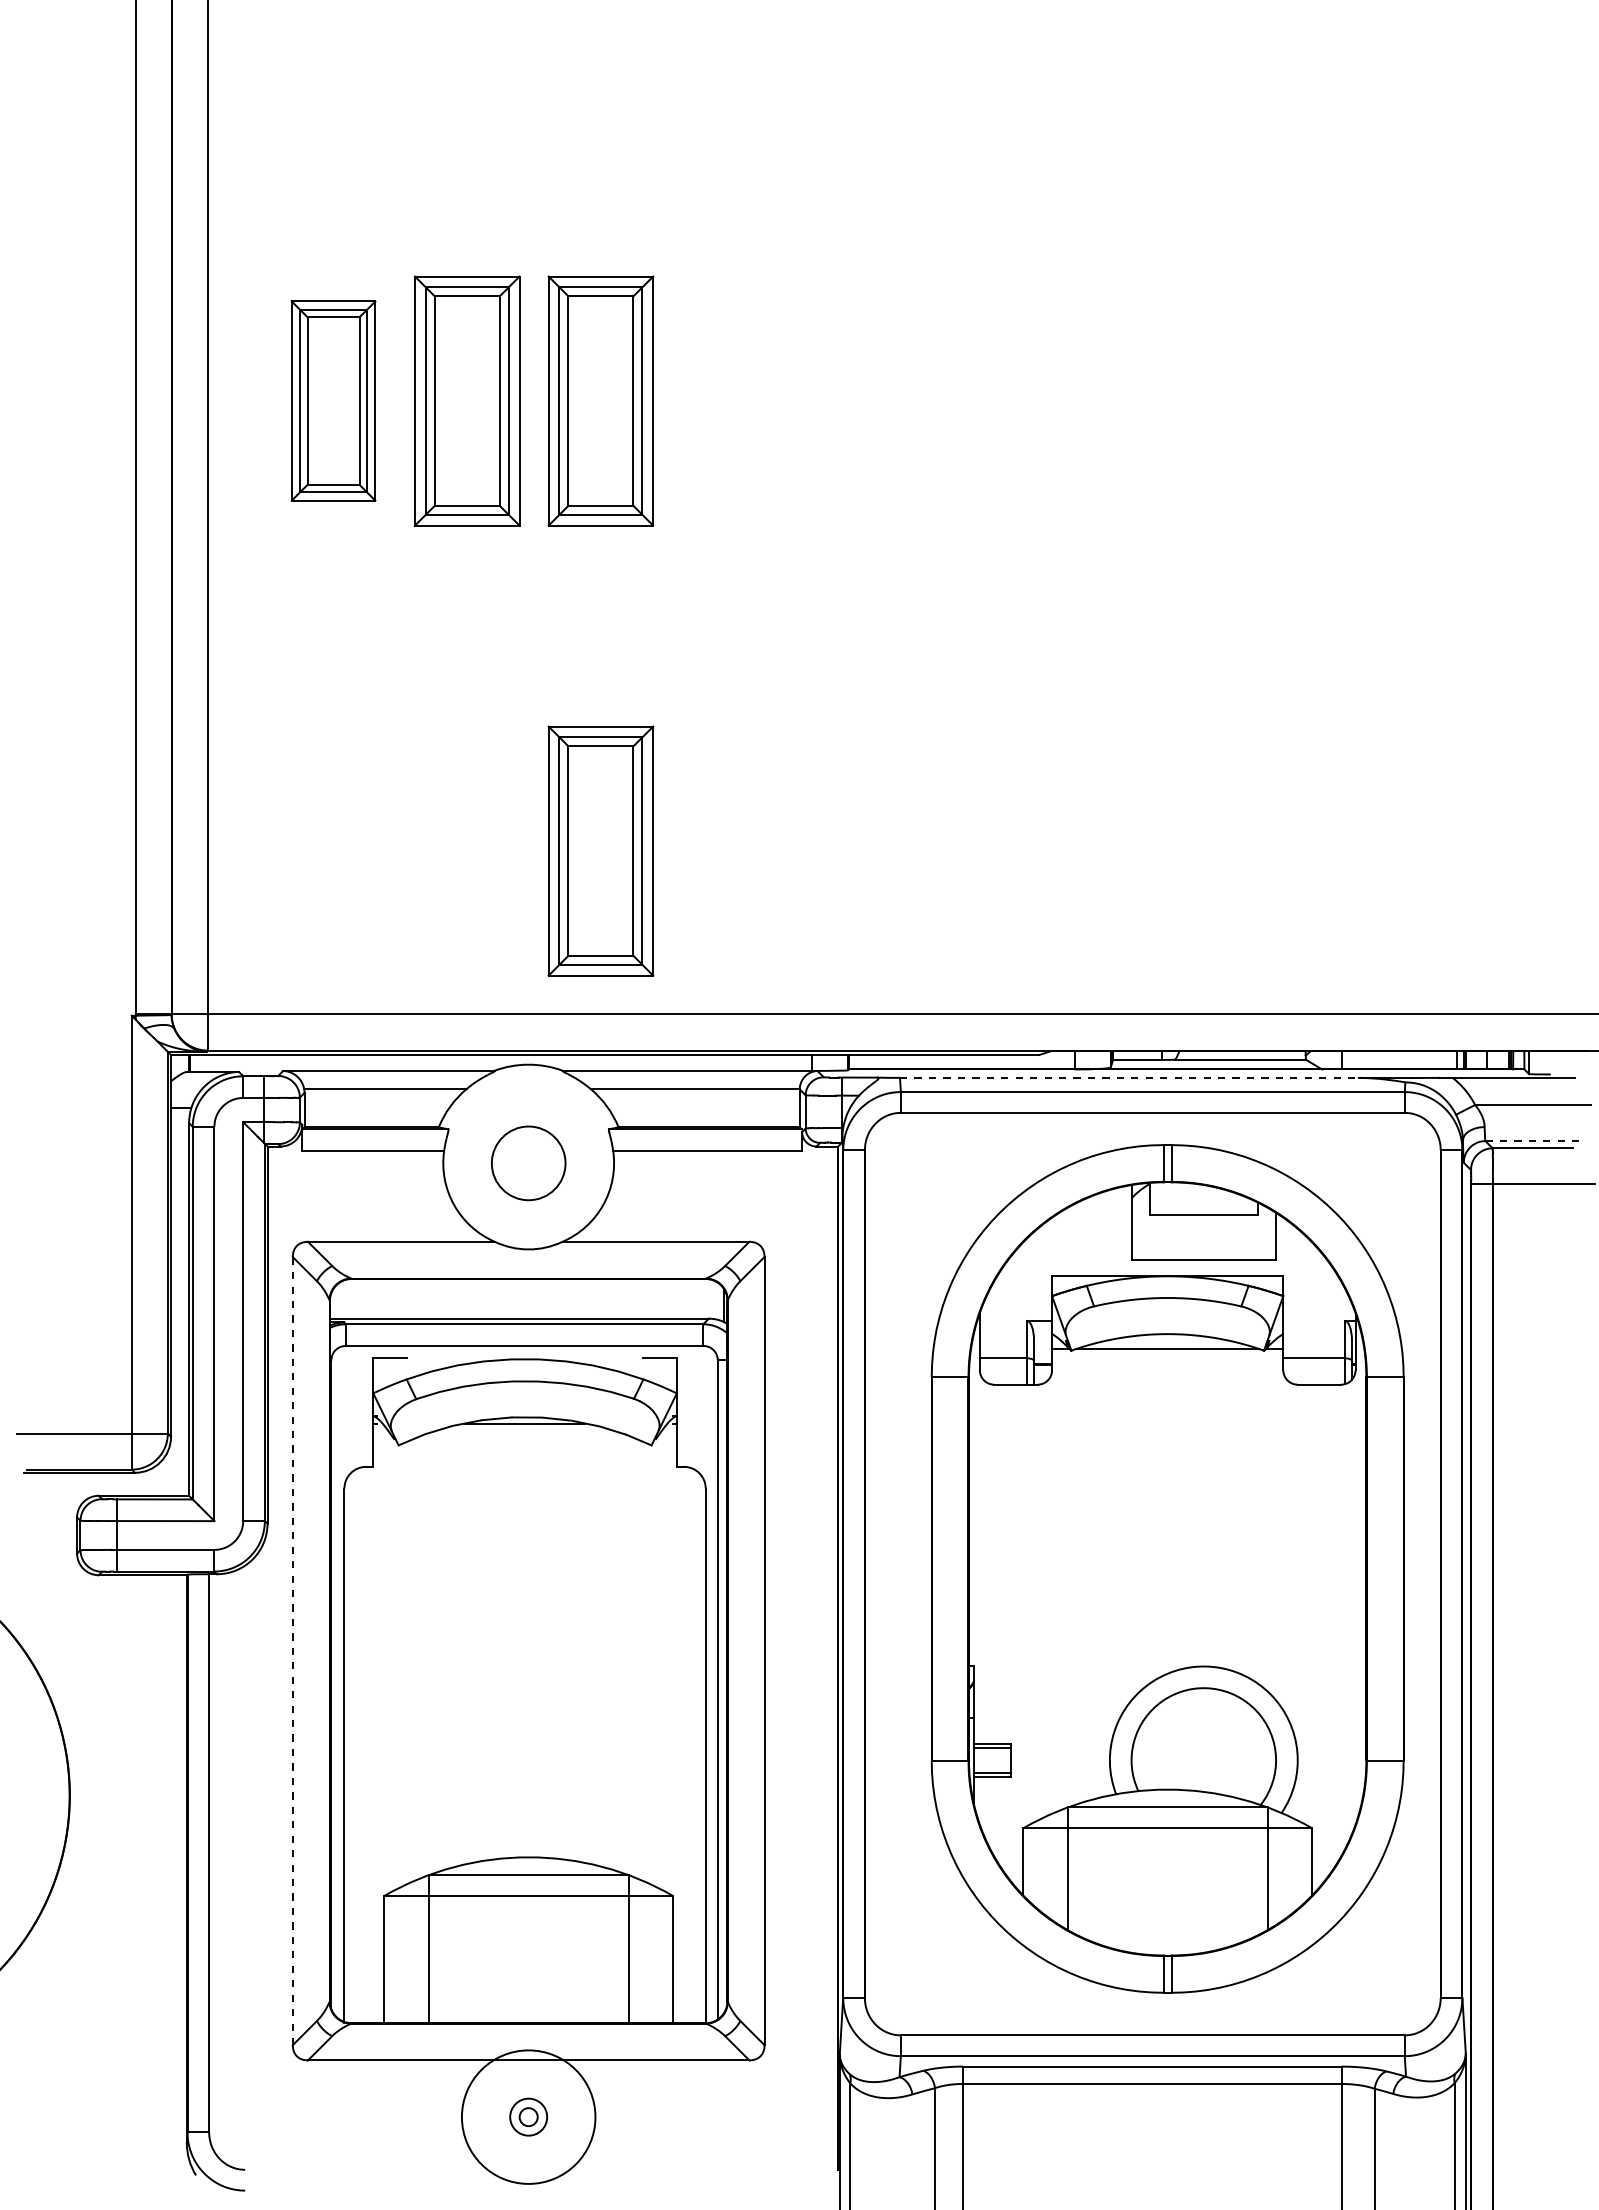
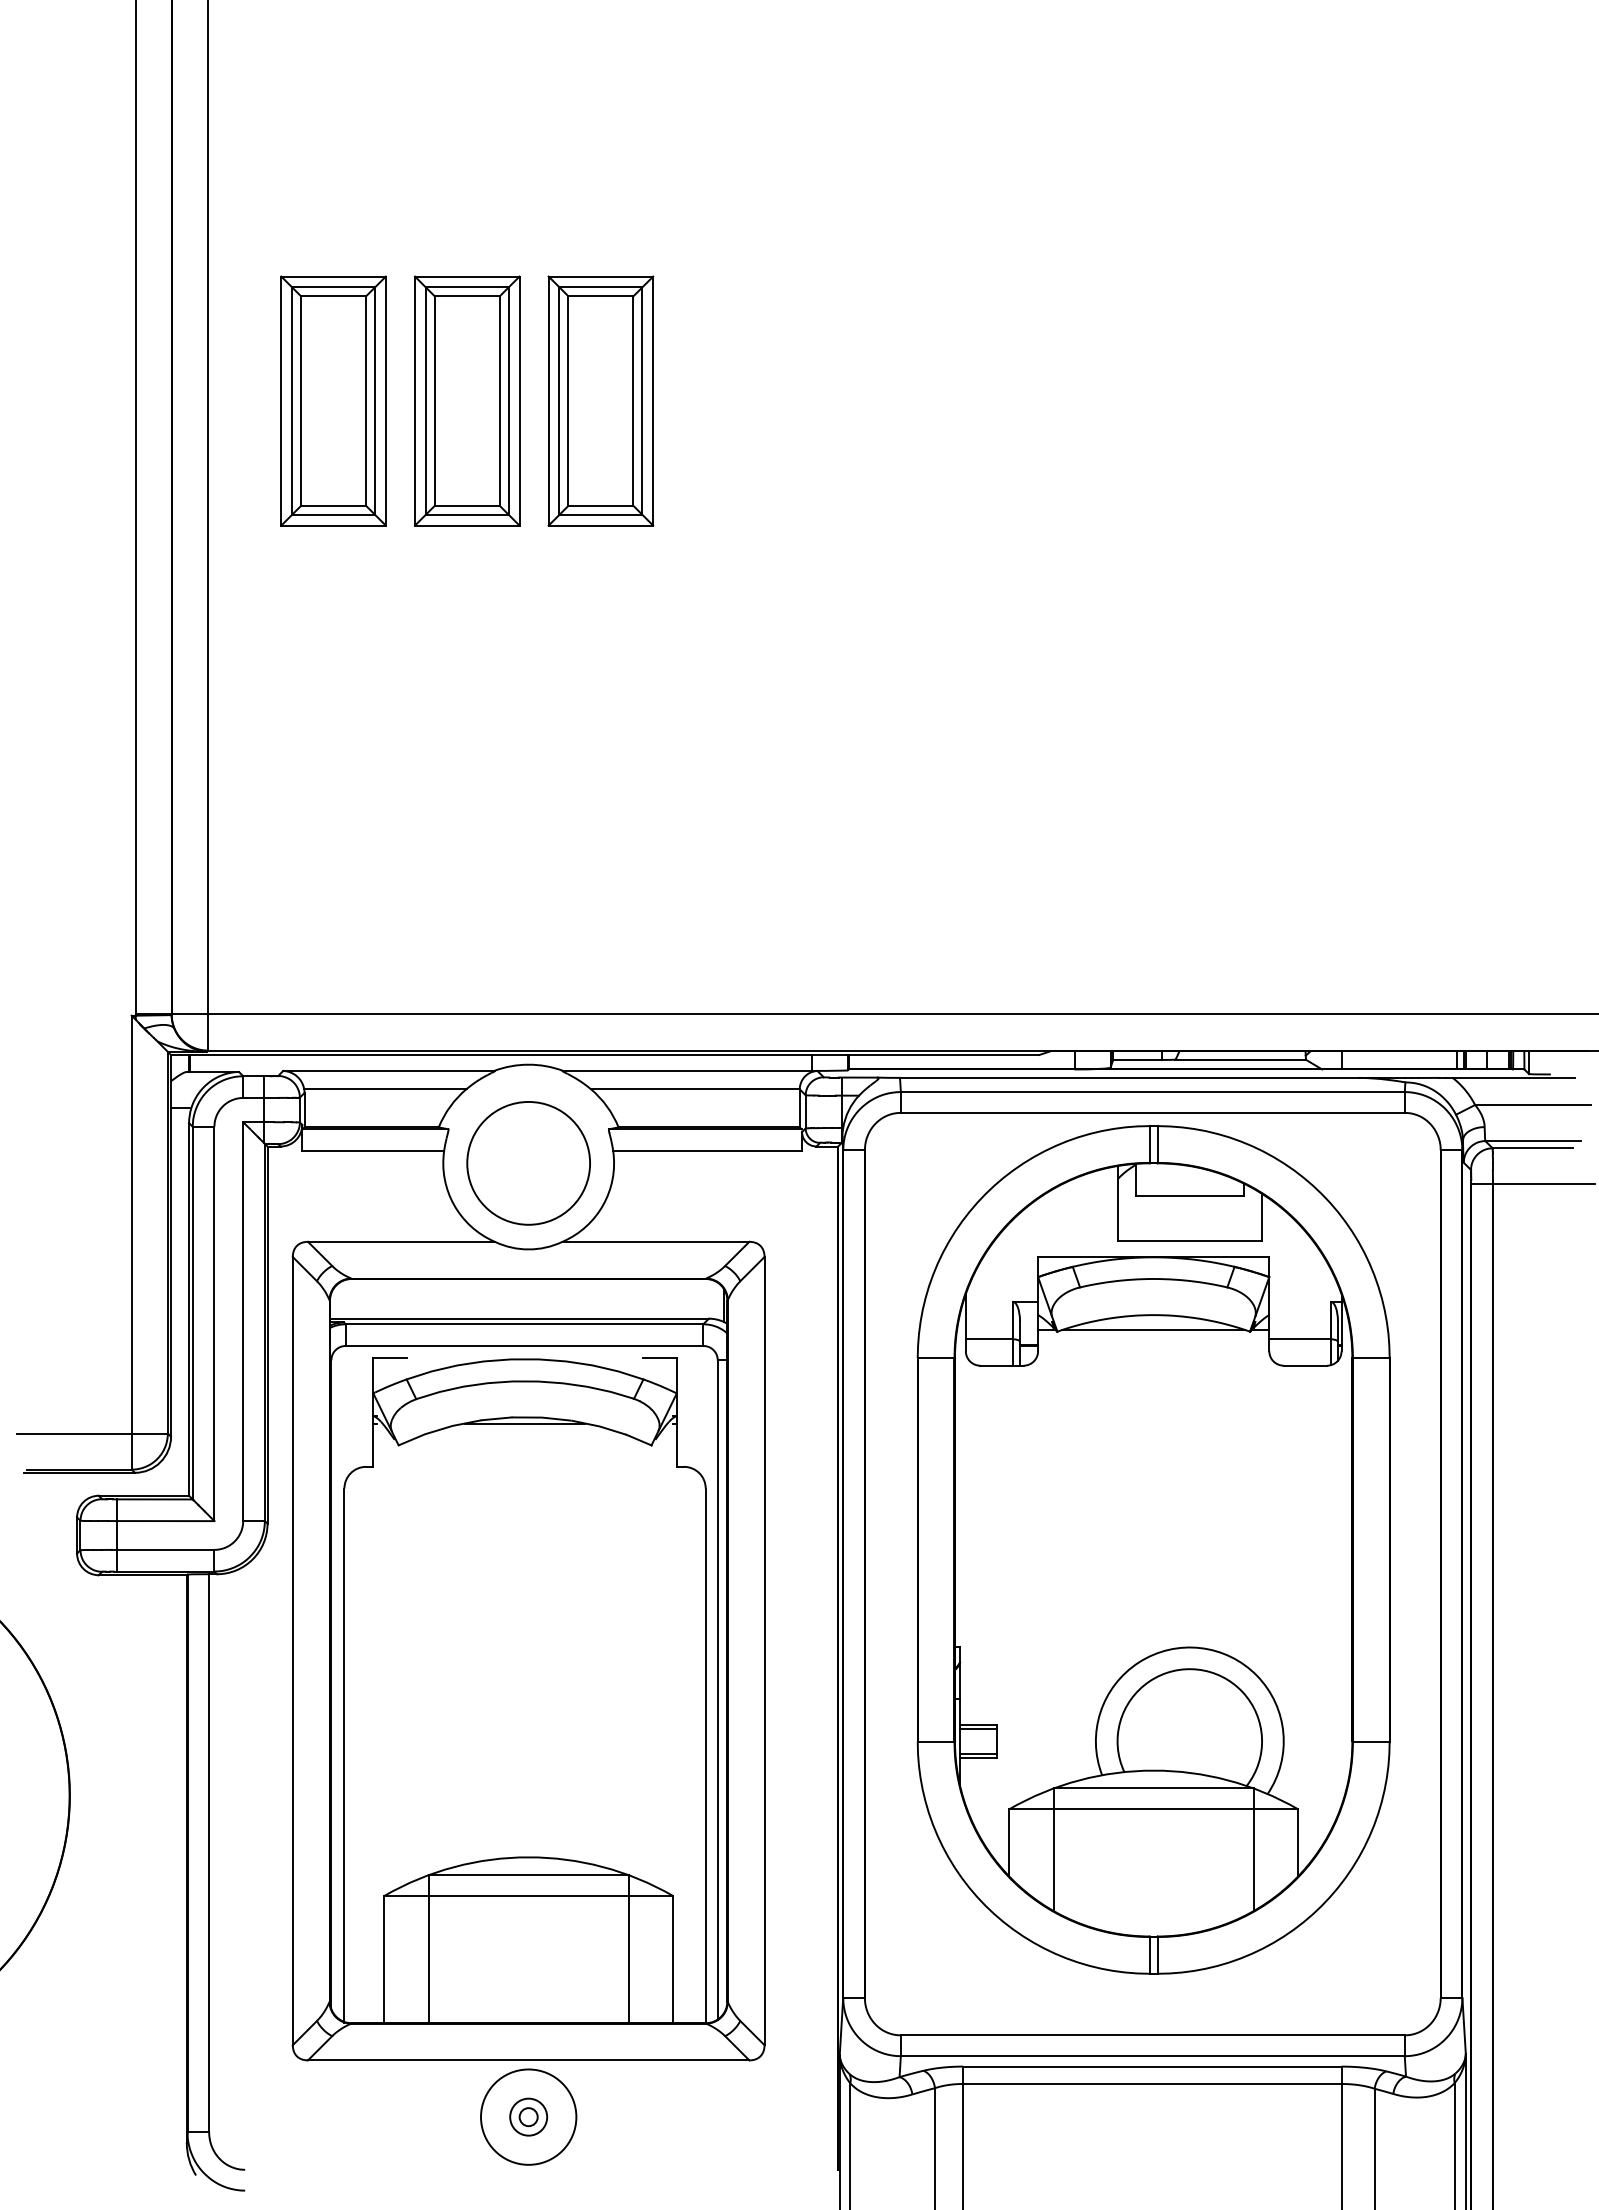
part at (333, 400) size: 87x202 px -> 107x252 px
part at (600, 850): present -> none
line at (1130, 1077): dashed -> solid
line at (1533, 1141): dashed -> solid
circle at (528, 1163) diameter: 74 px -> 123 px
part at (1167, 1568) position: (1167, 1568) -> (1153, 1549)
line at (292, 1650): dashed -> solid
circle at (528, 2116) diameter: 134 px -> 95 px
